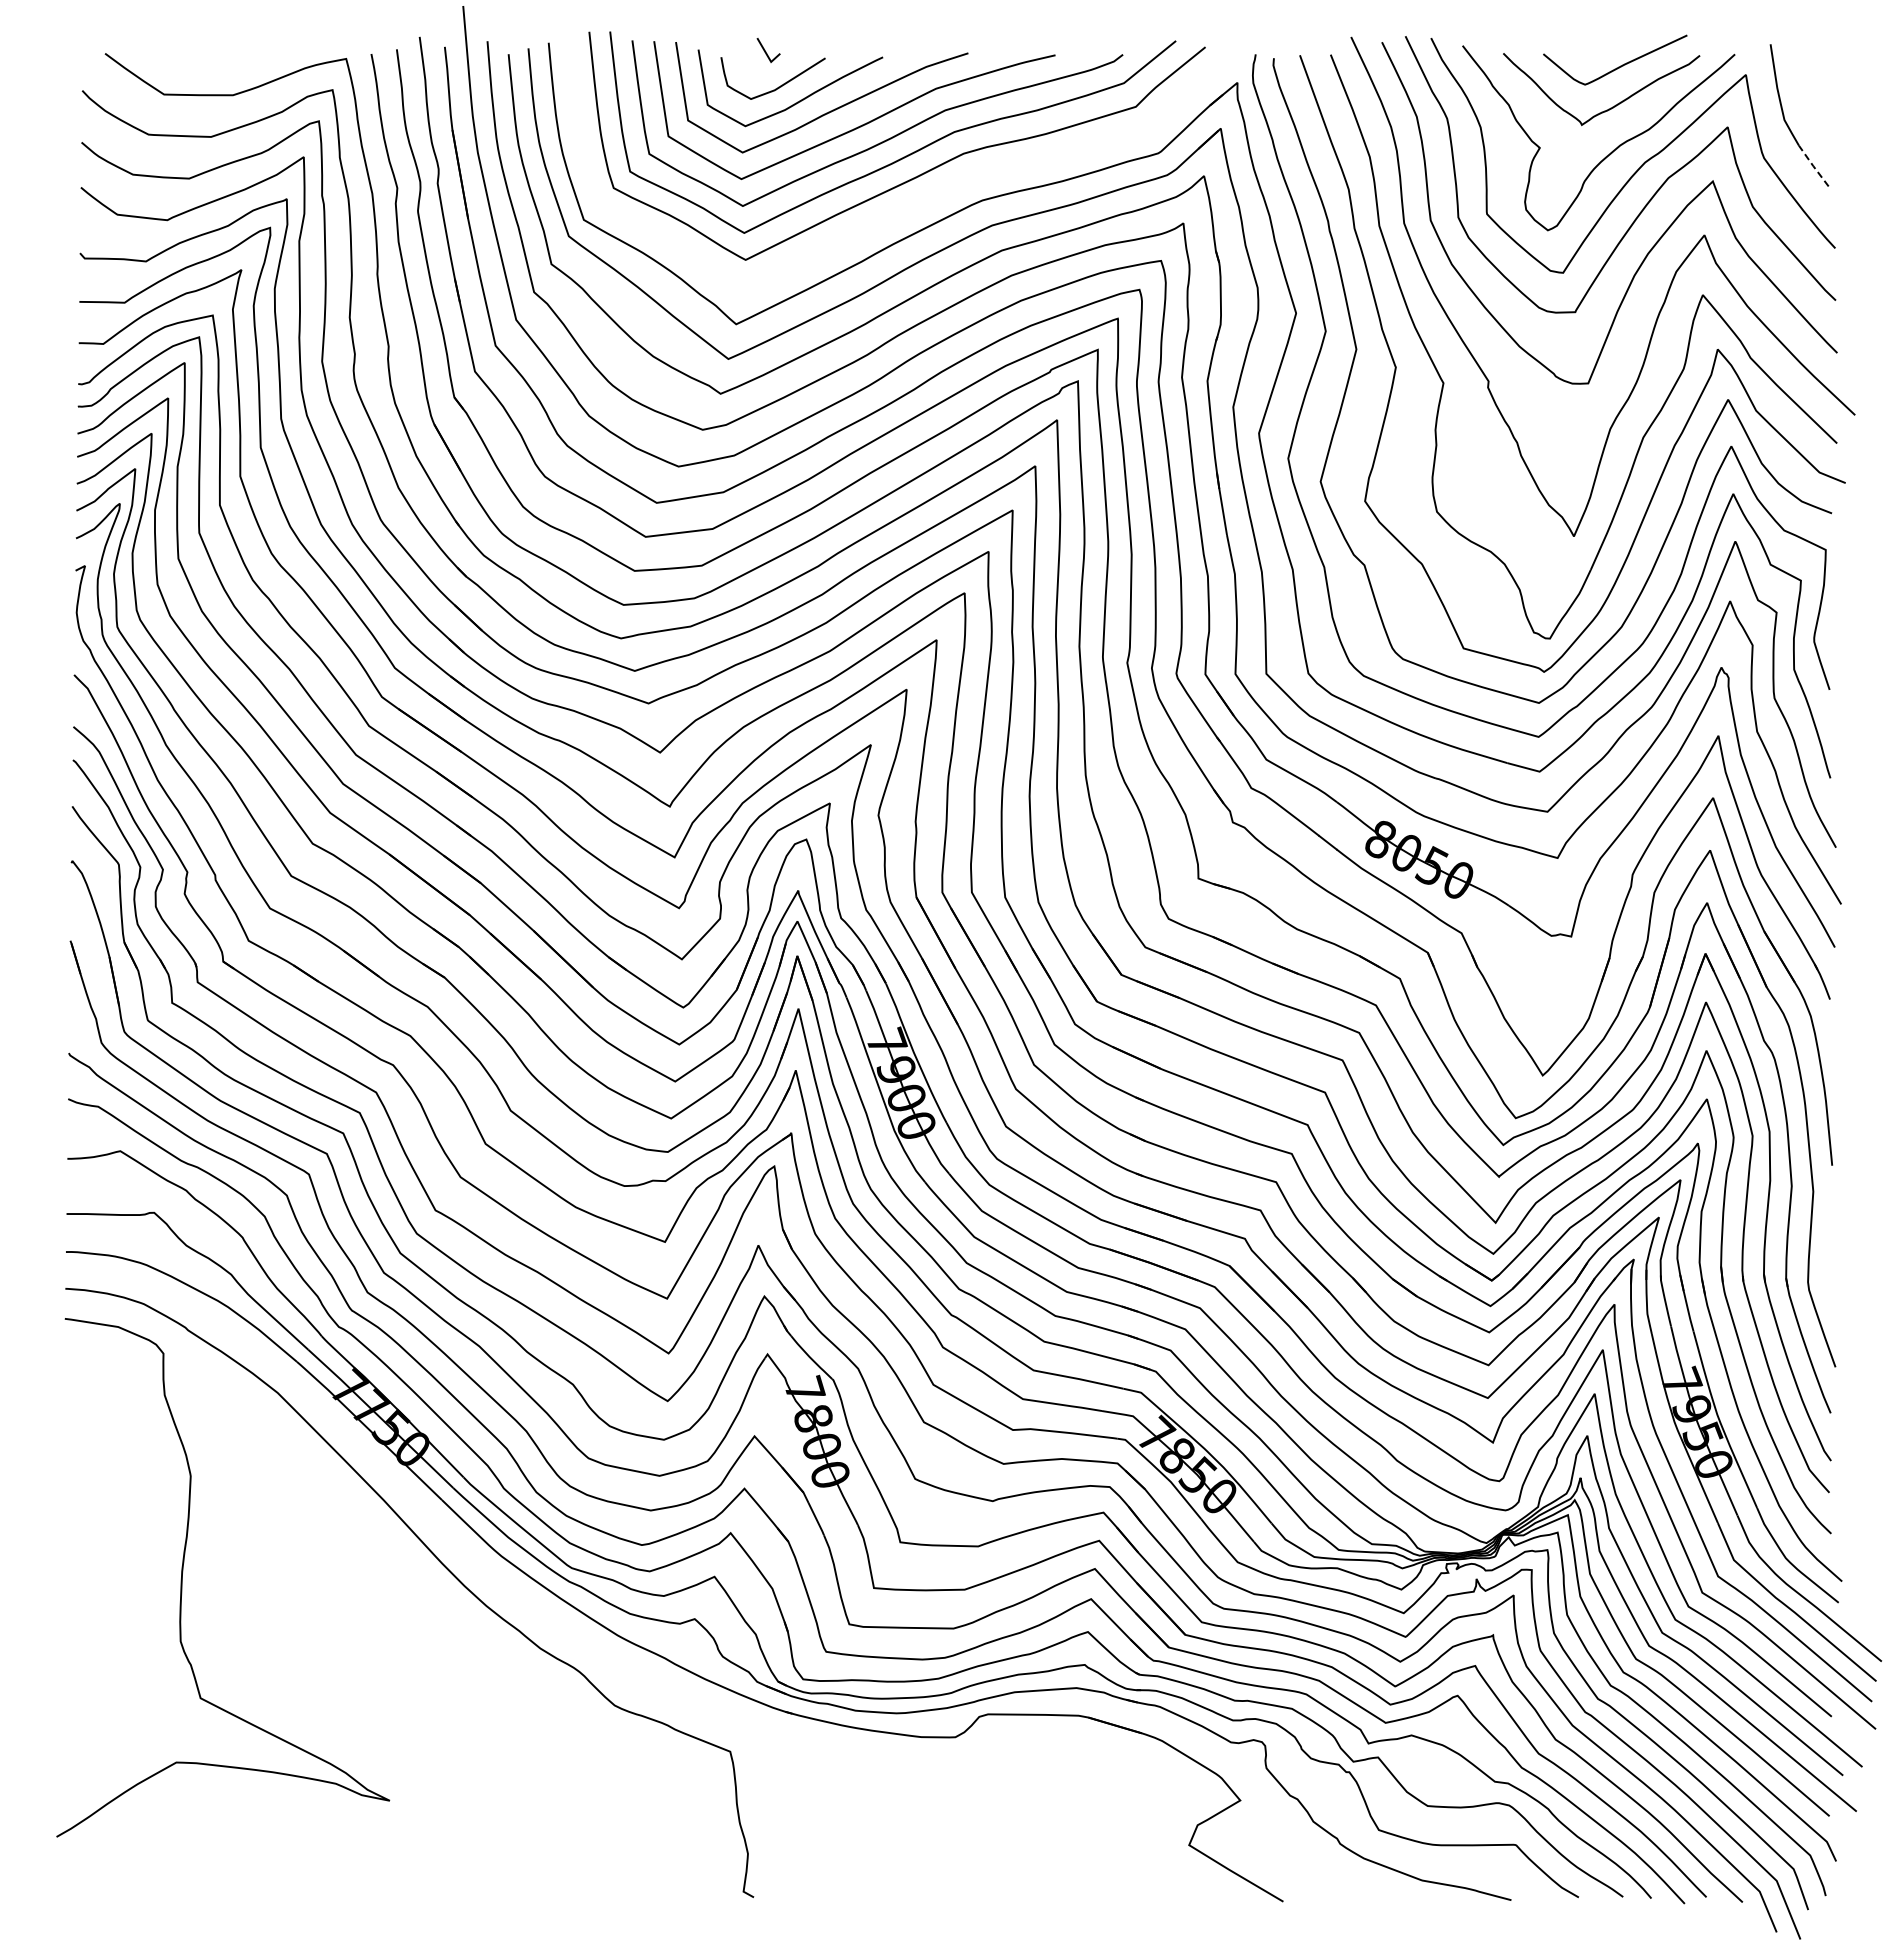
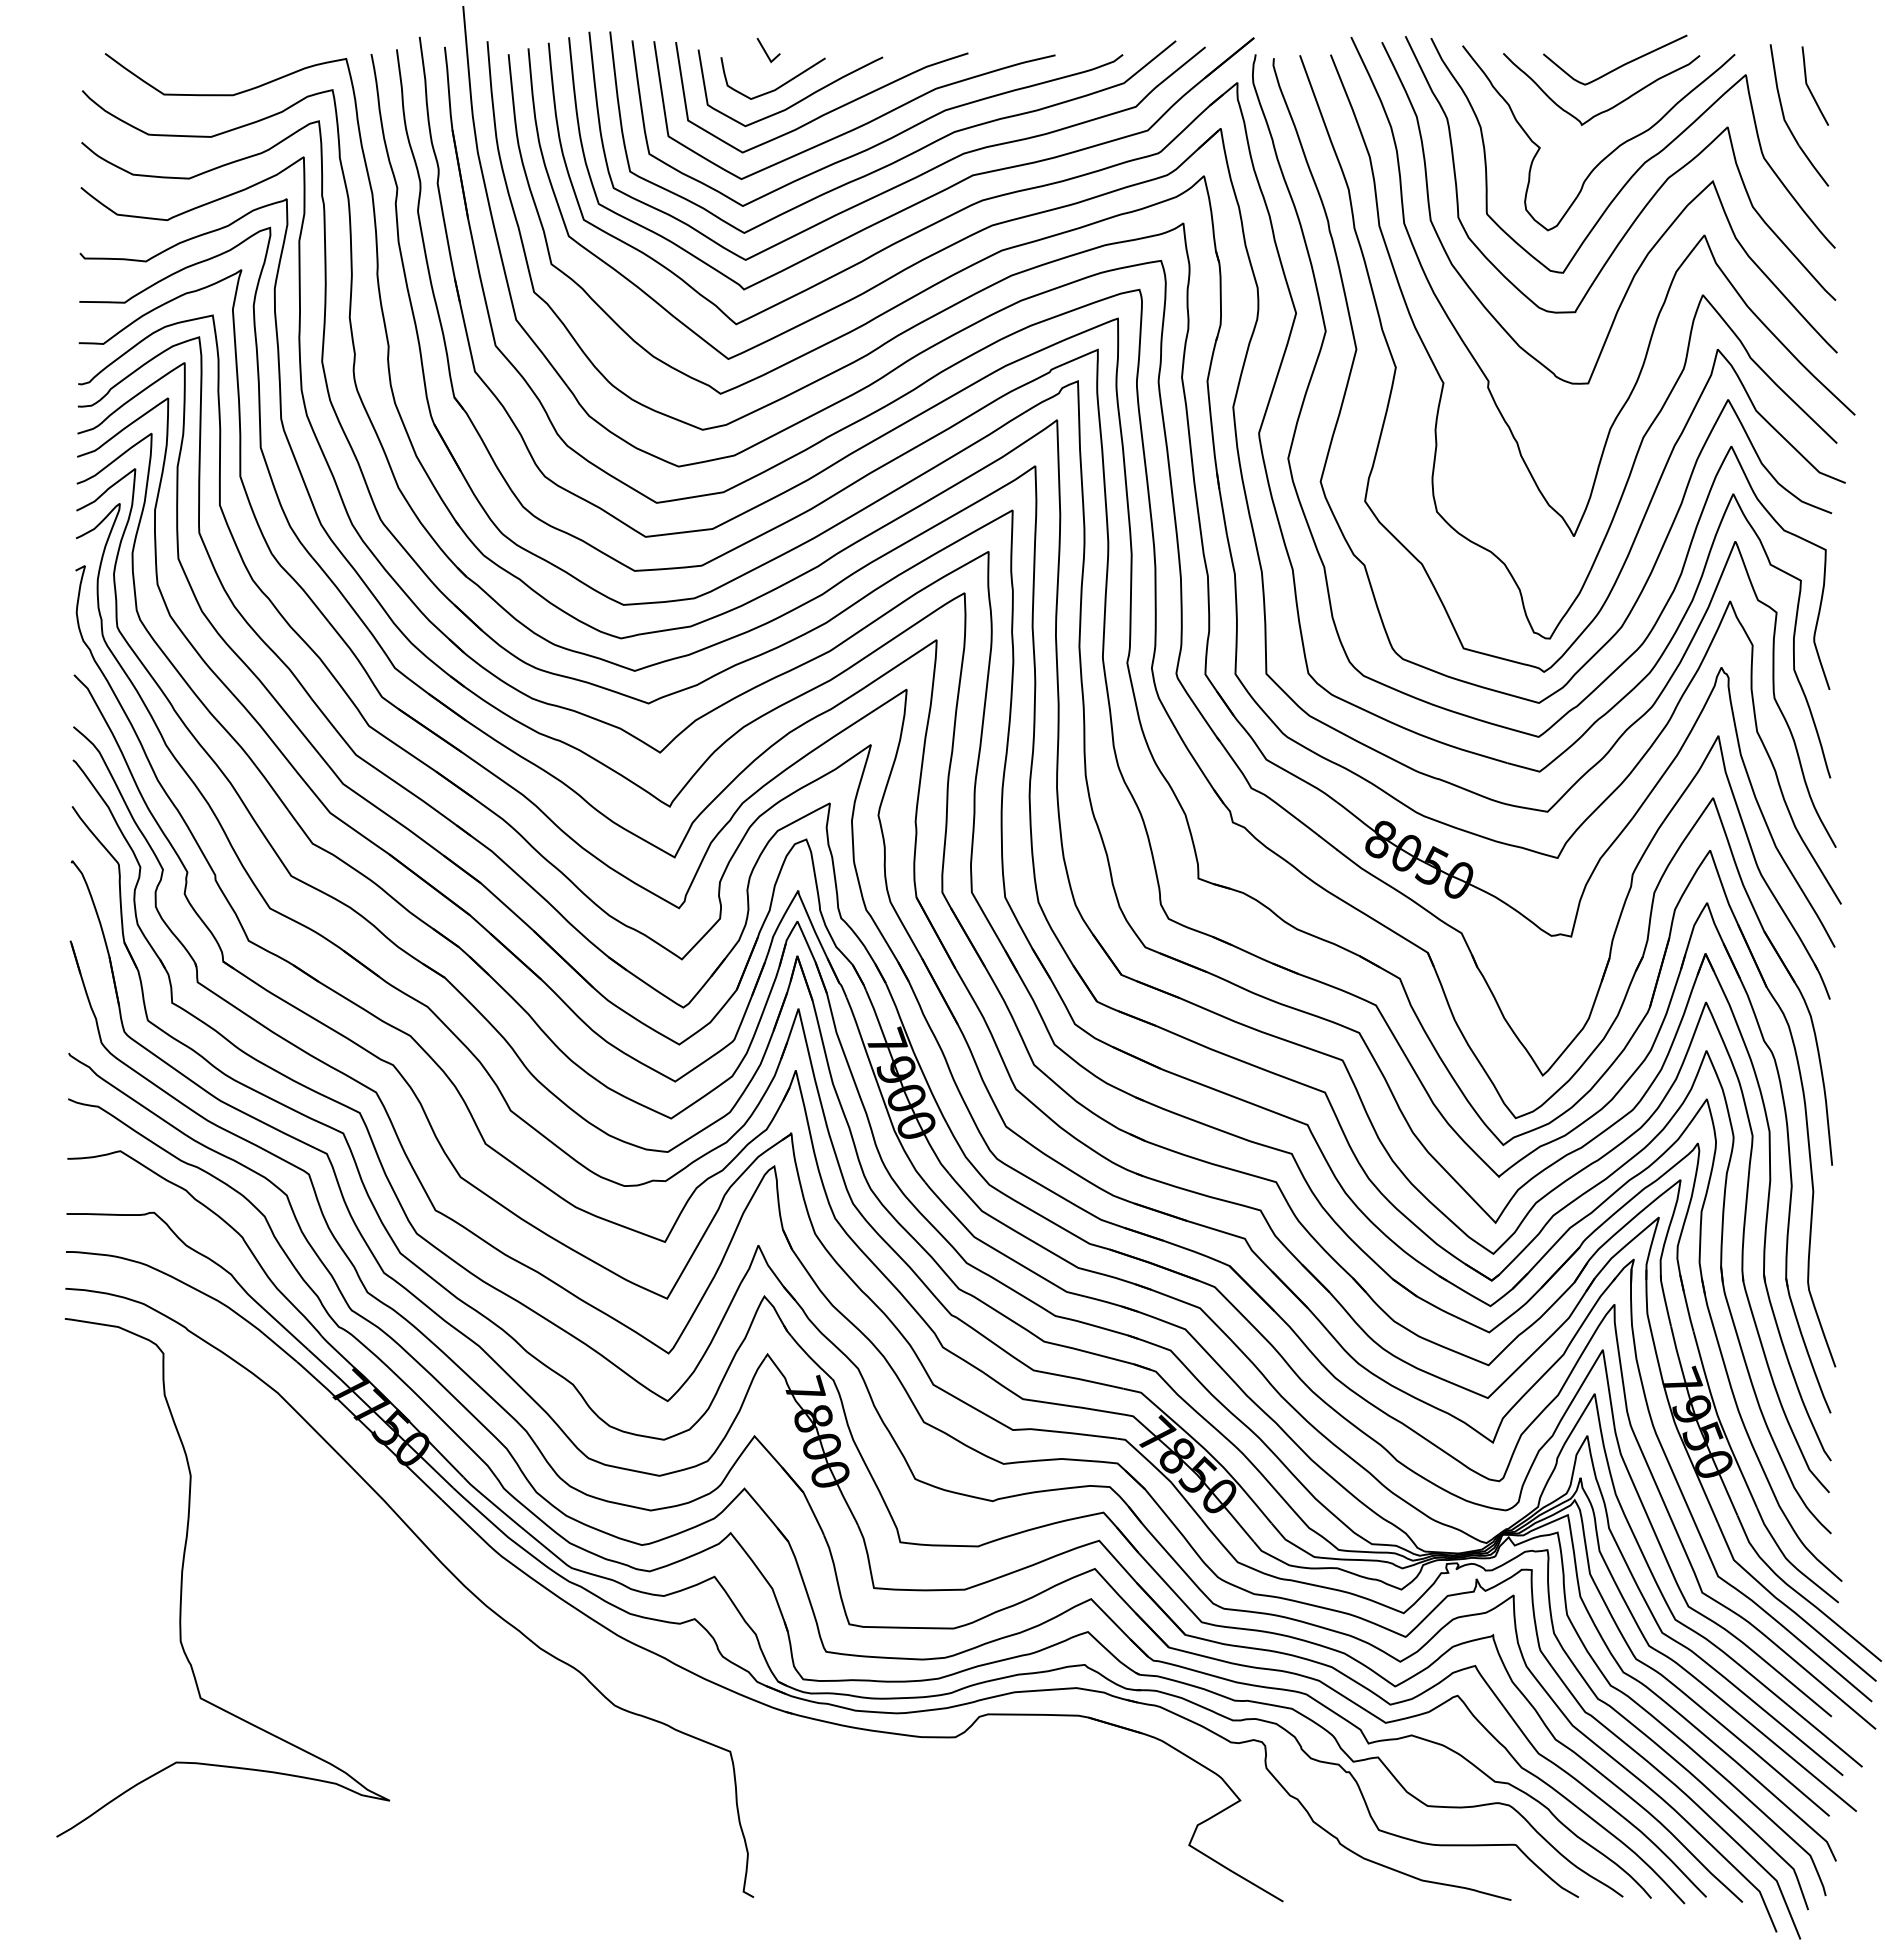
curve at (1809, 87): none -> present
line at (1813, 166): dashed -> solid
part at (928, 196): none -> present
